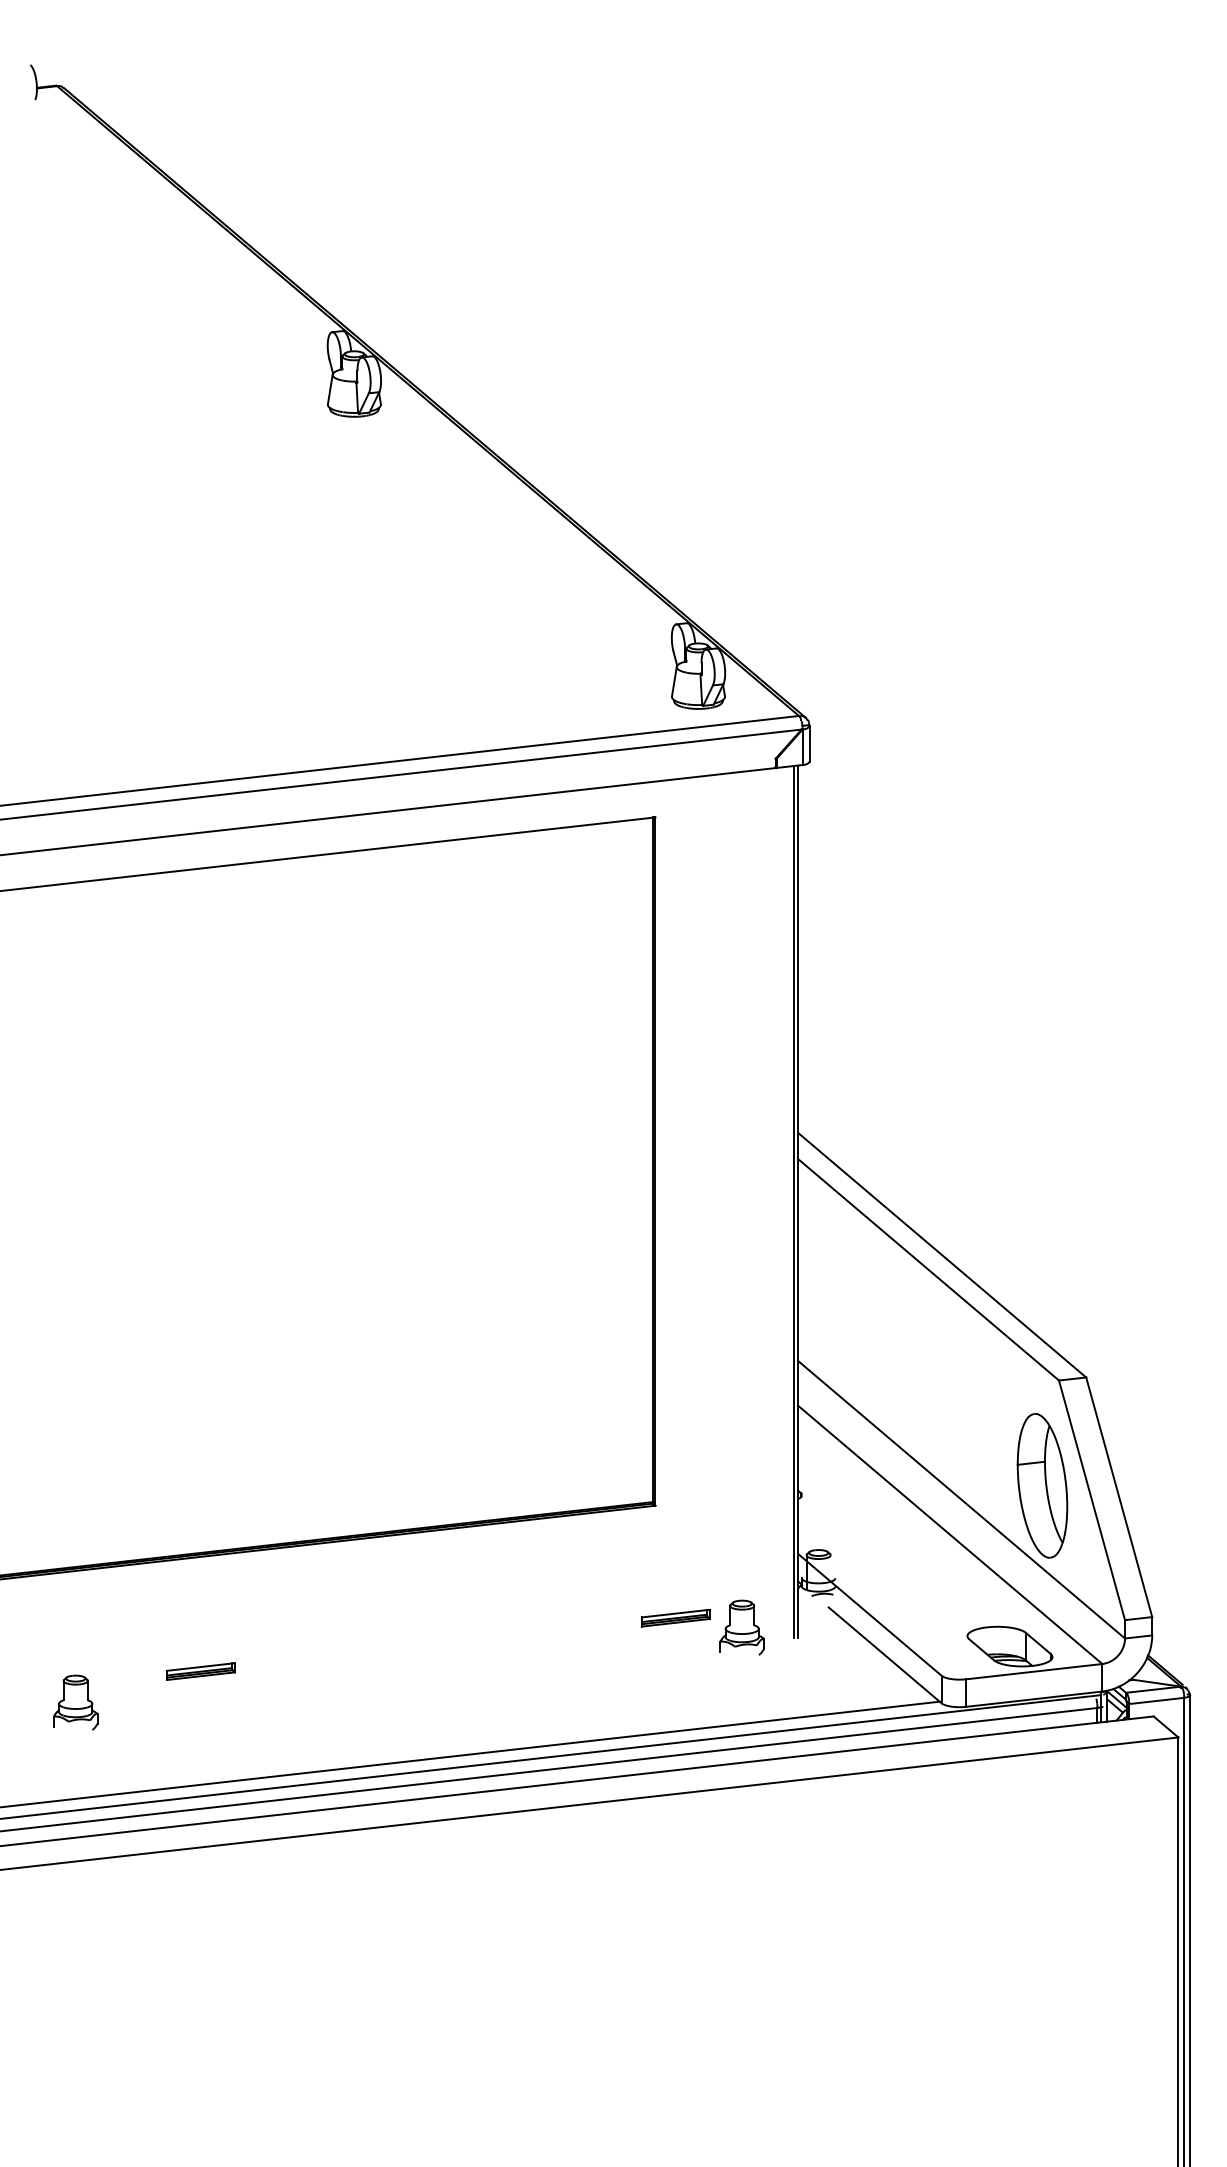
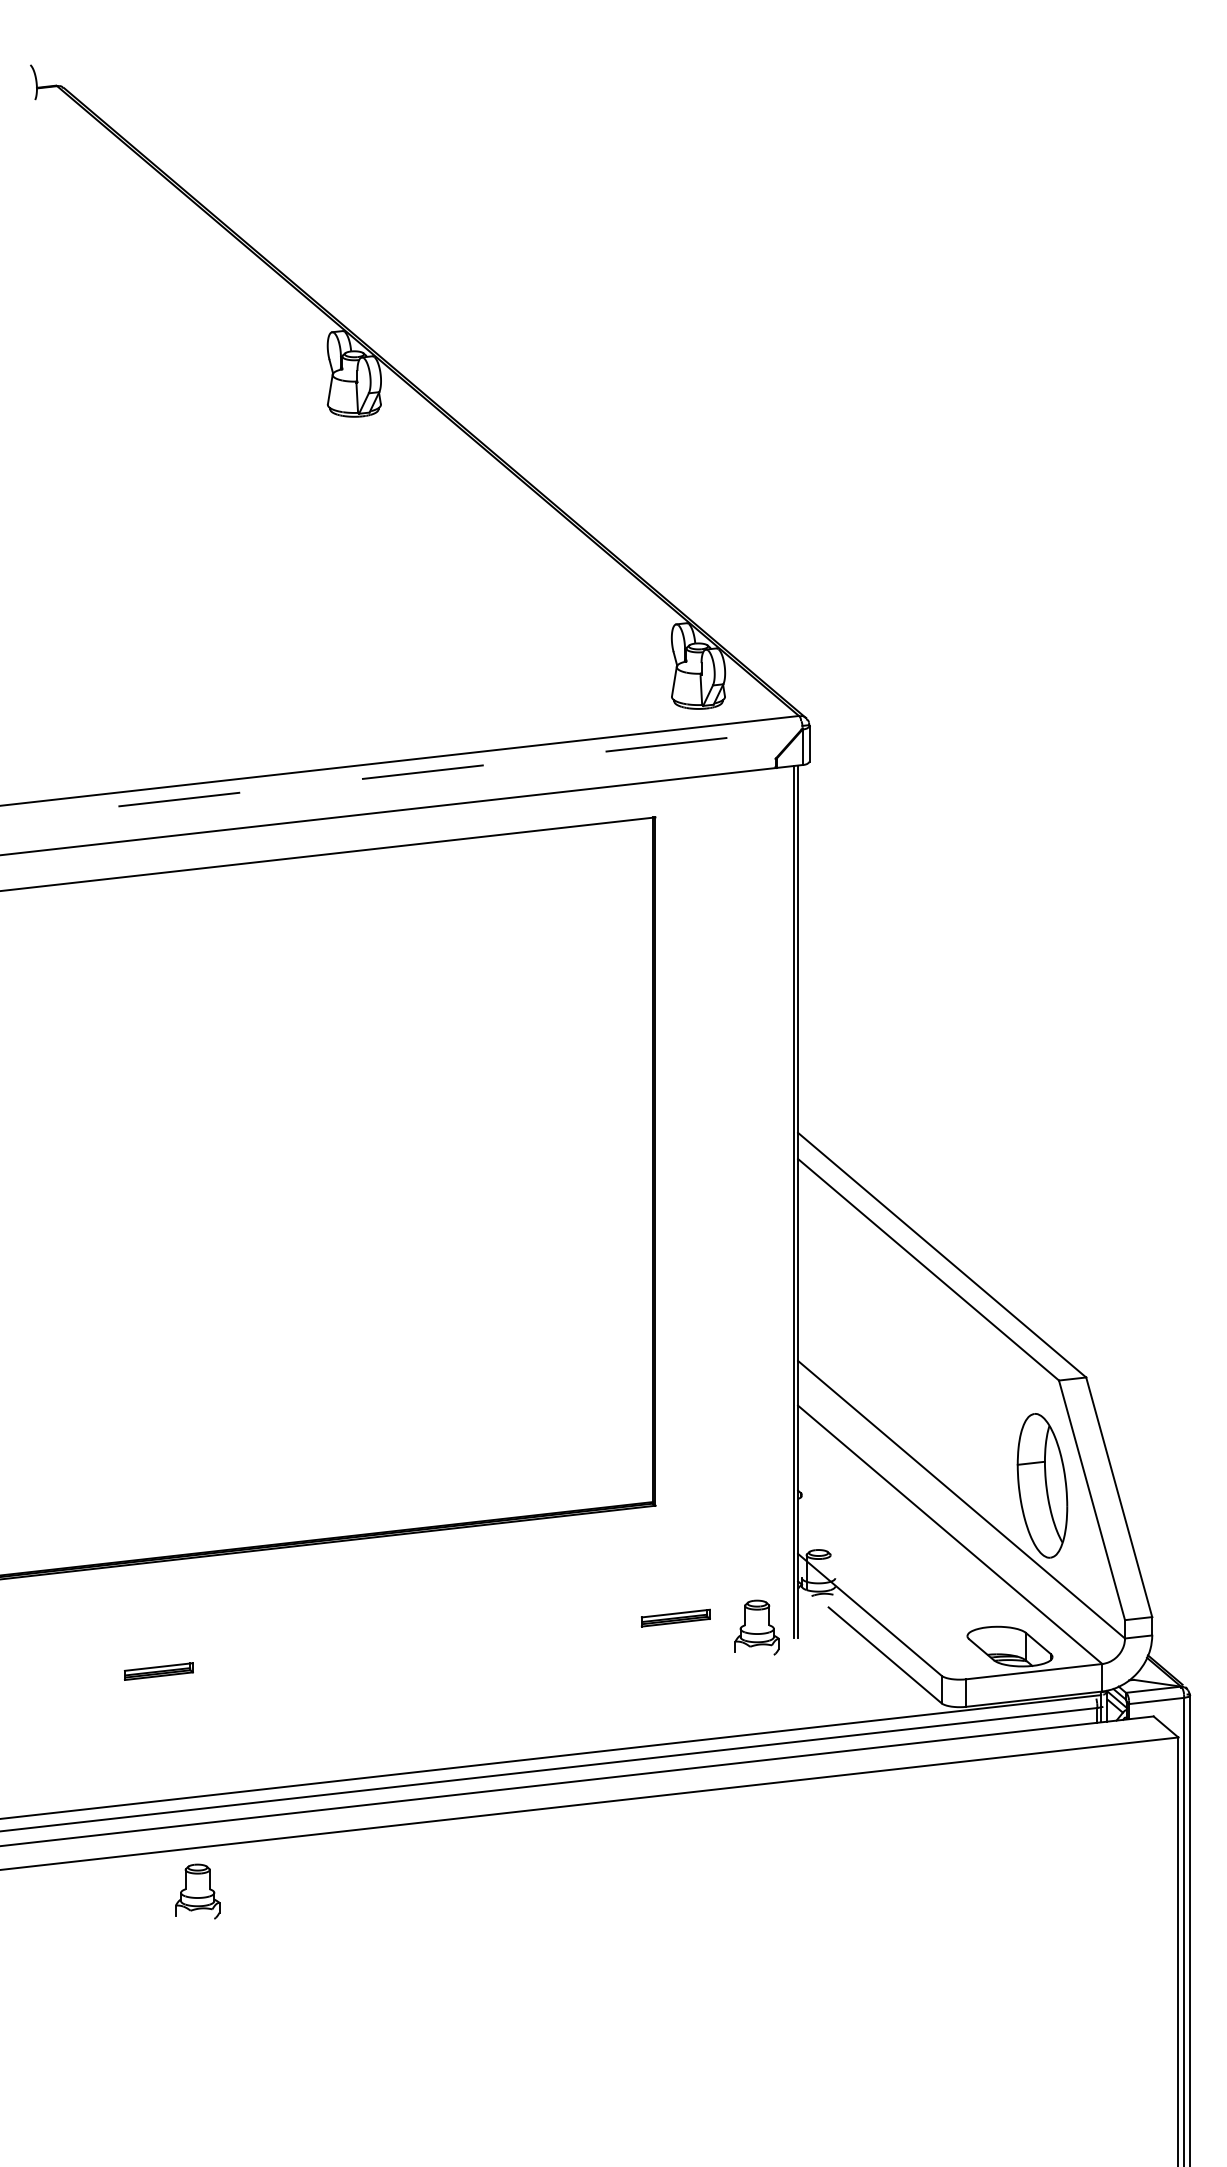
line at (401, 774): solid -> dashed
part at (741, 1627) position: (741, 1627) -> (756, 1627)
part at (200, 1671) position: (200, 1671) -> (158, 1671)
part at (75, 1702) position: (75, 1702) -> (197, 1891)
line at (470, 1754): present -> none
